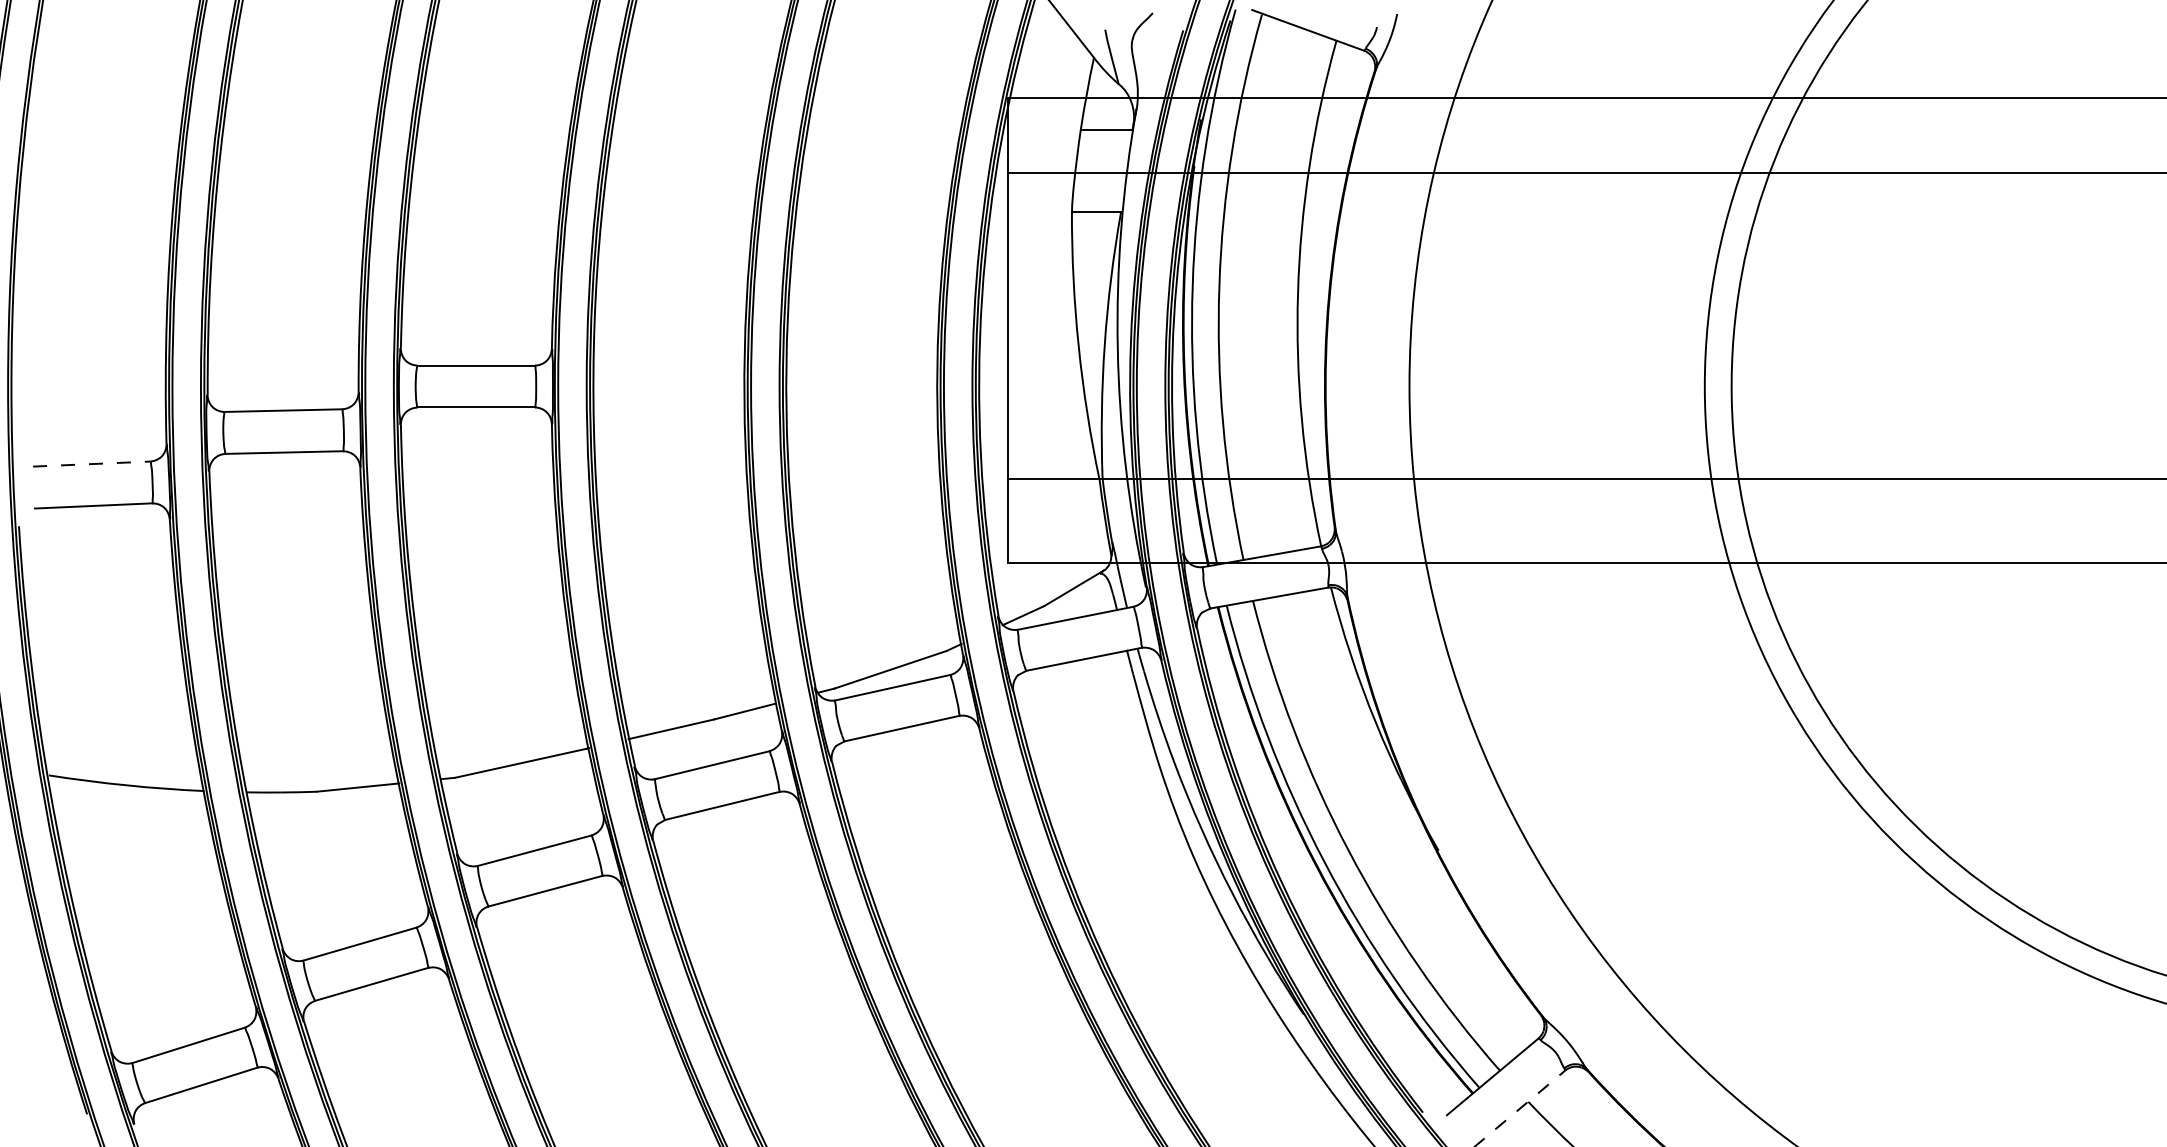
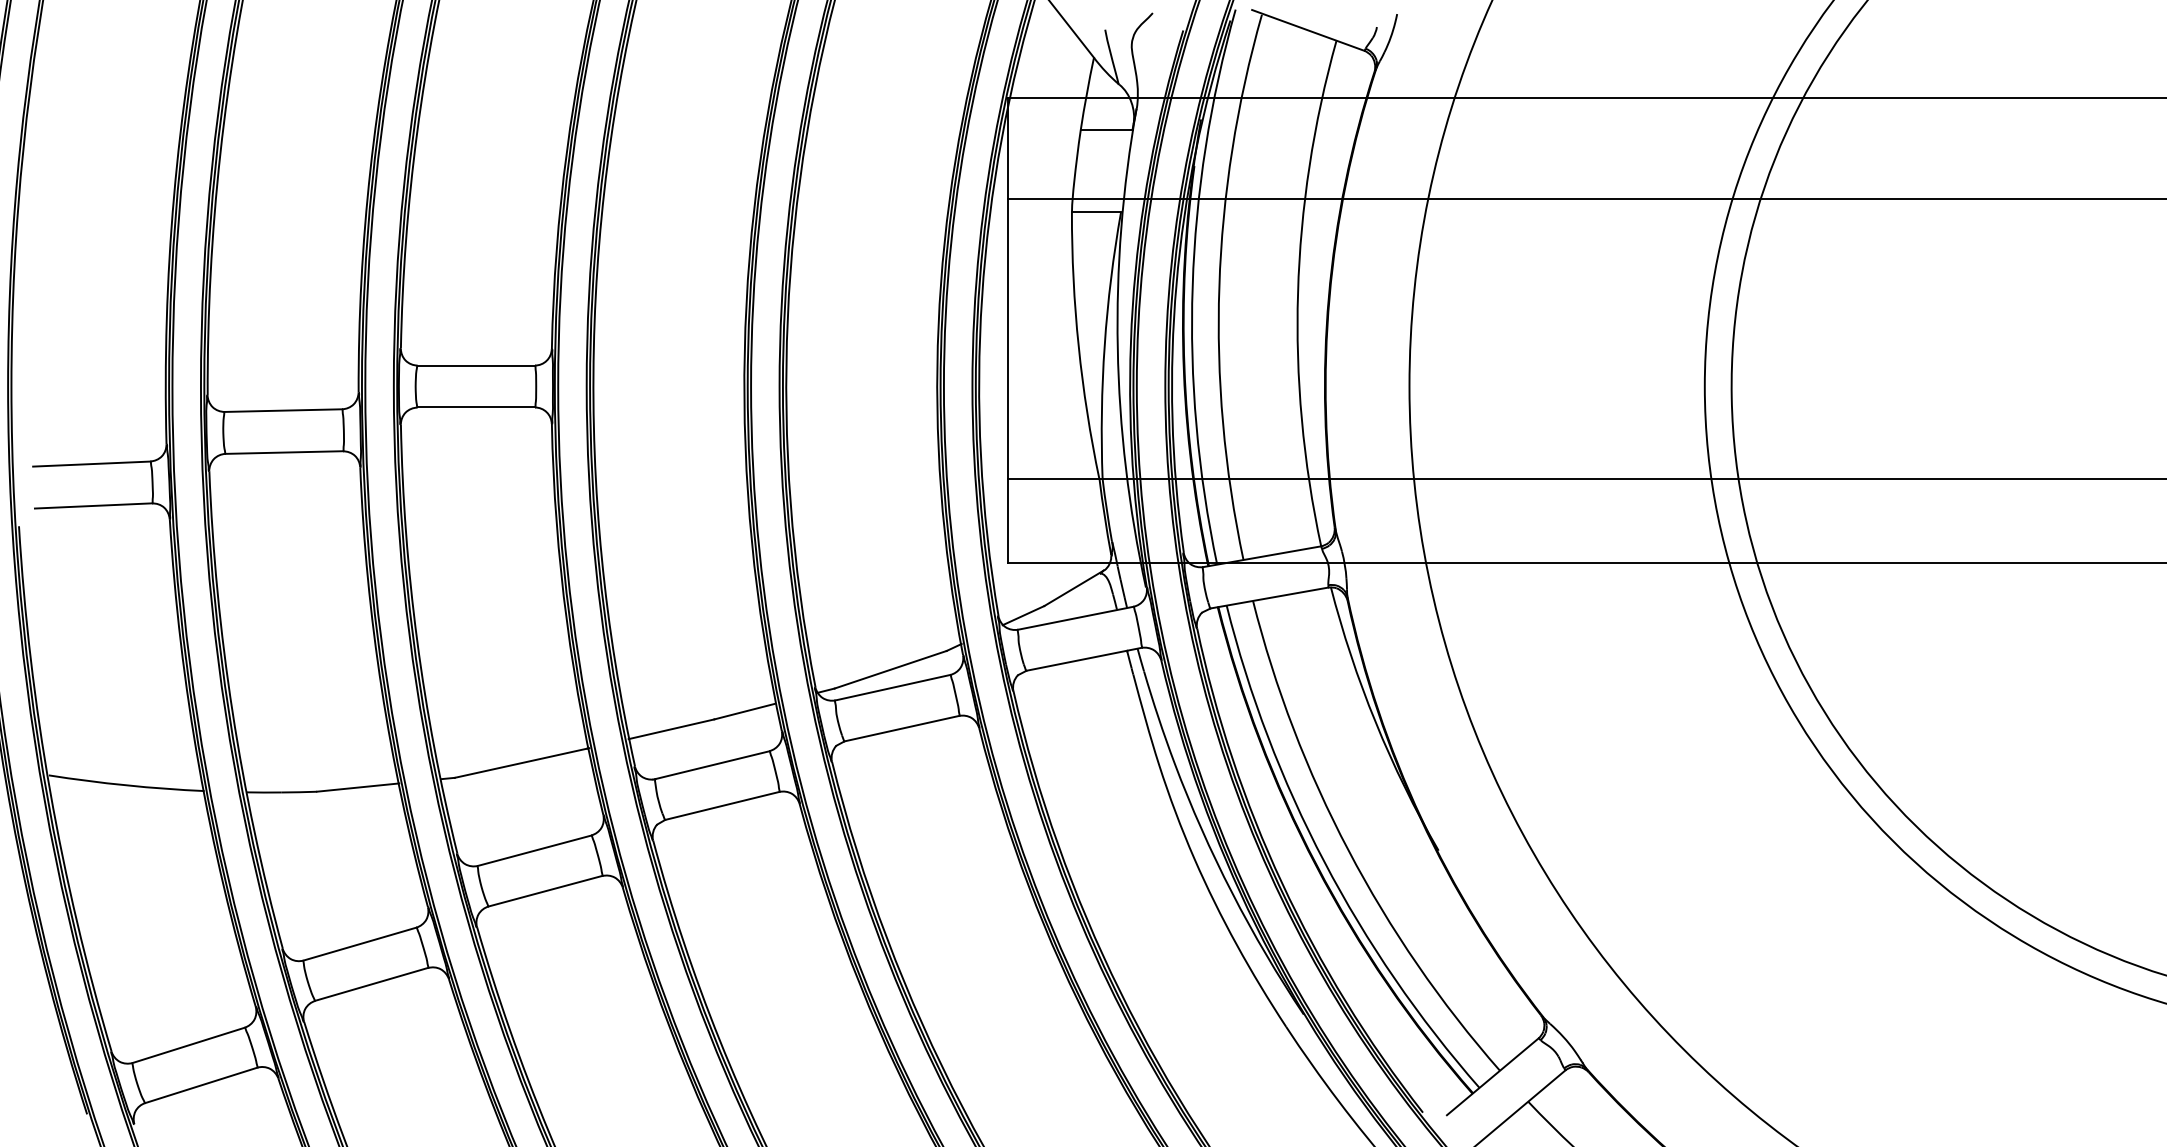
line at (1585, 172) position: (1585, 172) -> (1585, 198)
line at (91, 464): dashed -> solid
line at (1520, 1108): dashed -> solid
